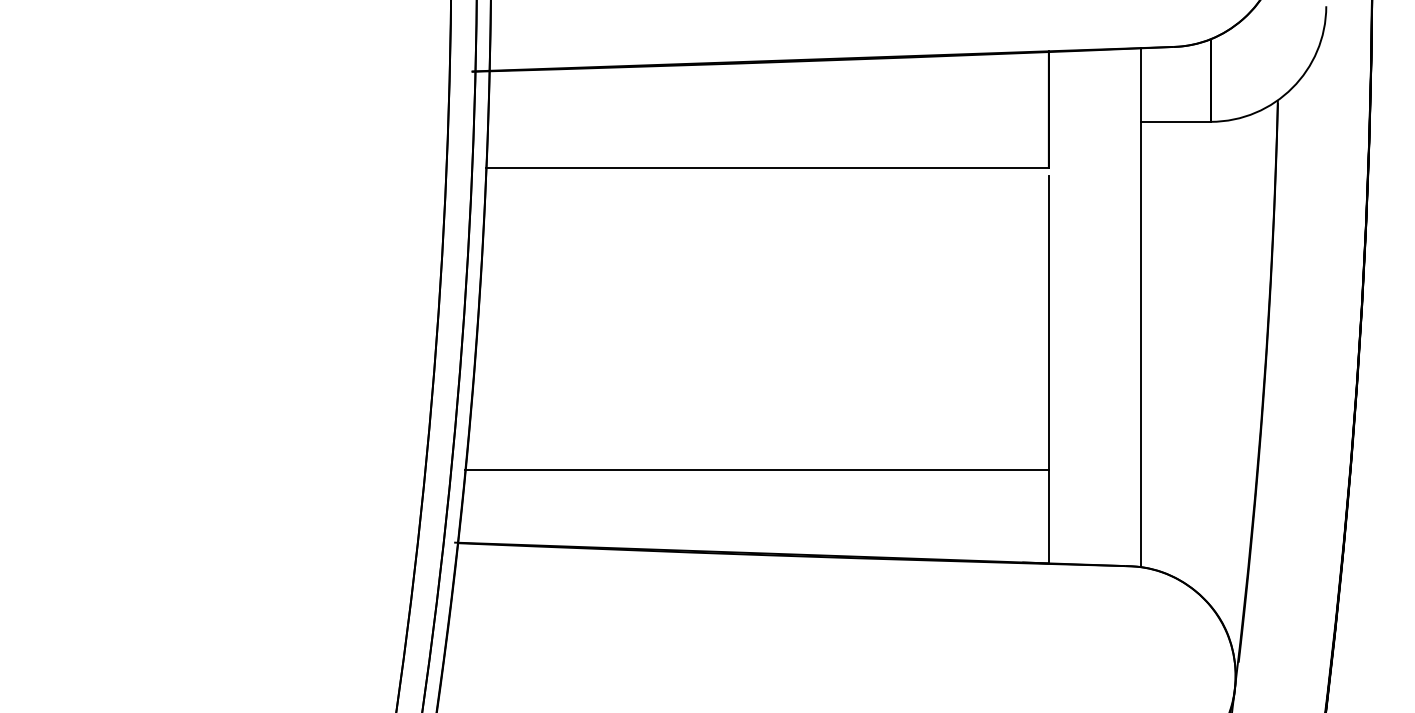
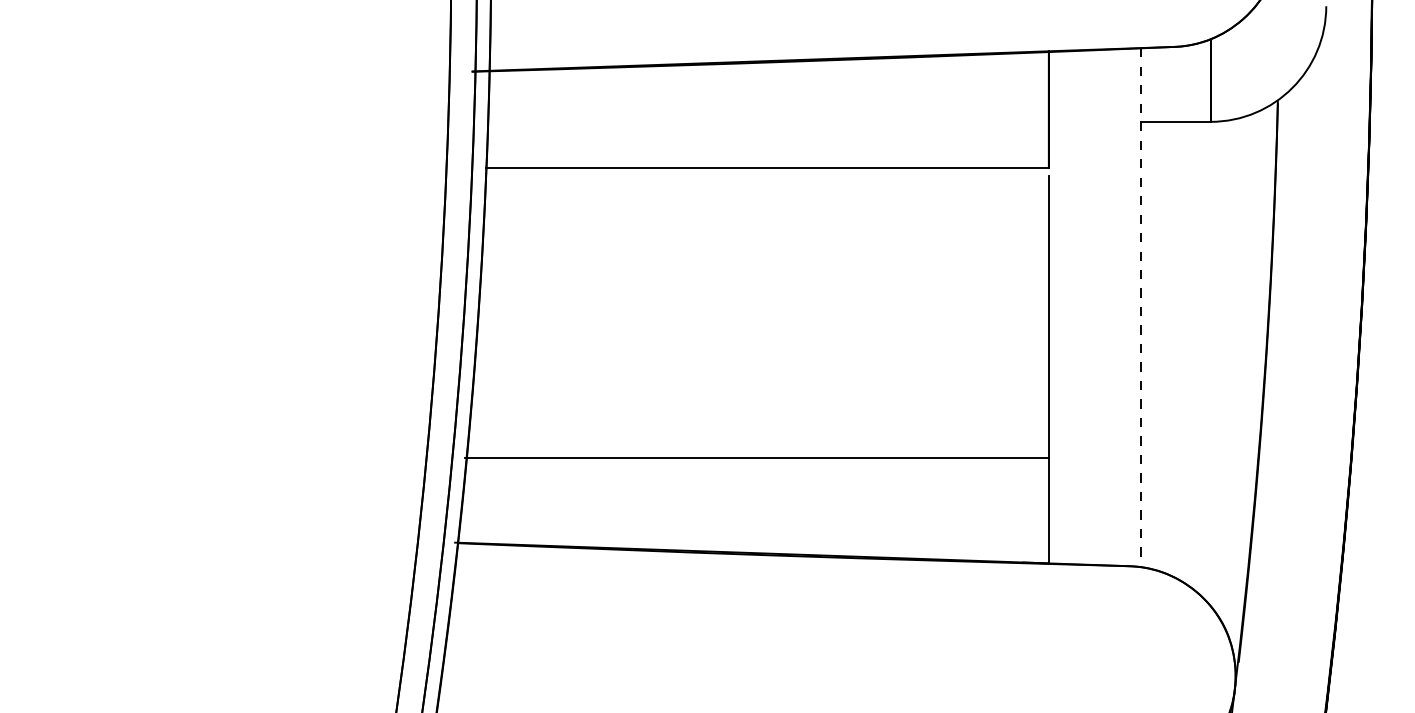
line at (1141, 307): solid -> dashed
line at (756, 470) position: (756, 470) -> (756, 458)
